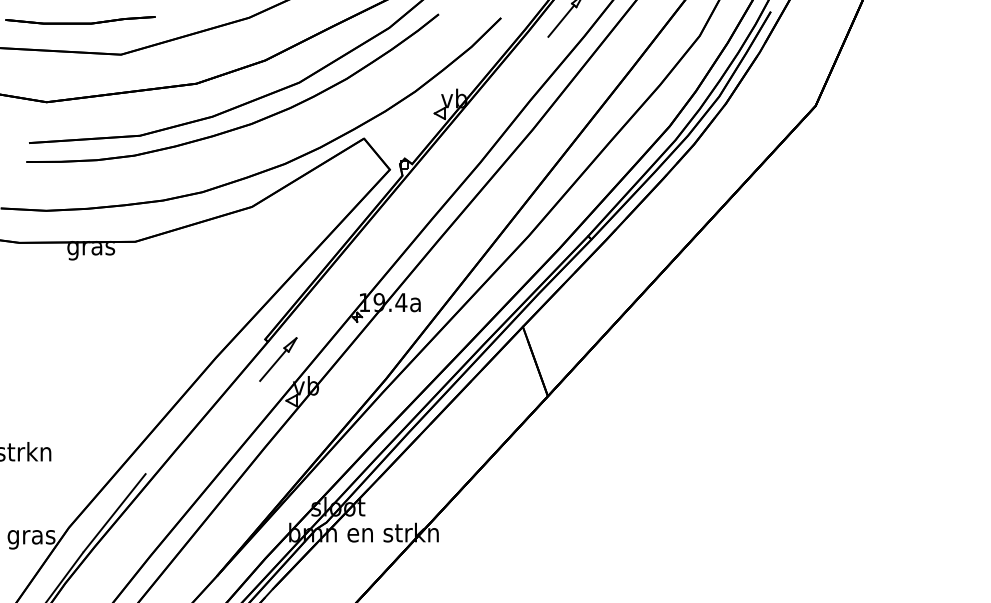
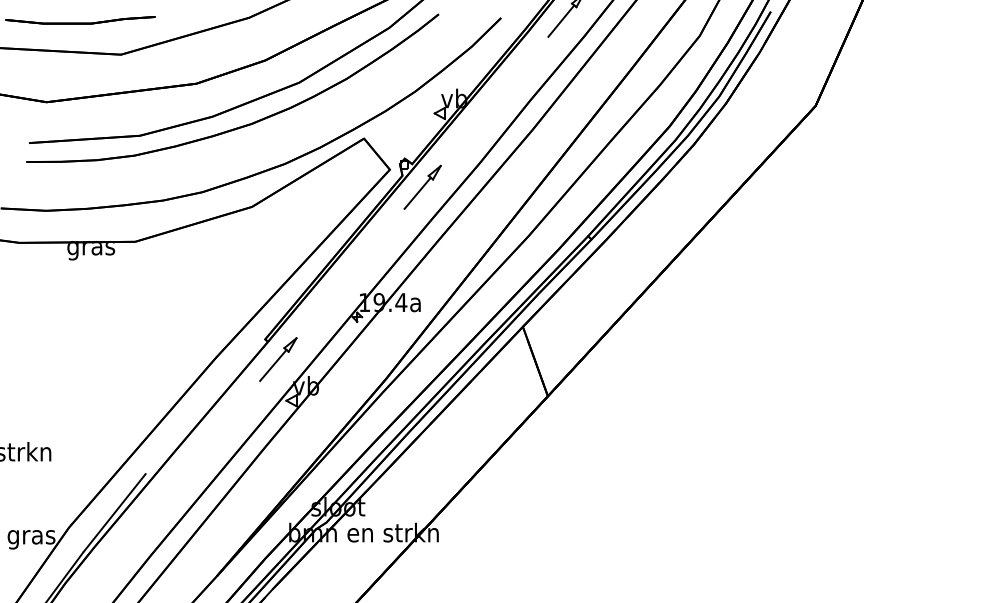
part at (422, 186): none -> present
